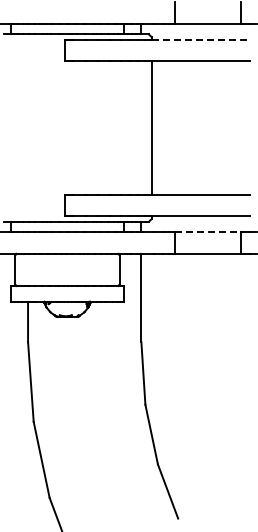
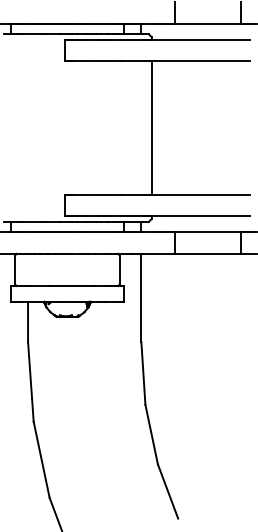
line at (201, 39): dashed -> solid
line at (208, 232): dashed -> solid
